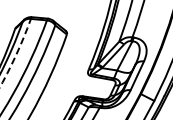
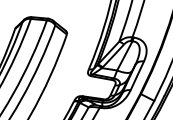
arc at (16, 53): dashed -> solid
